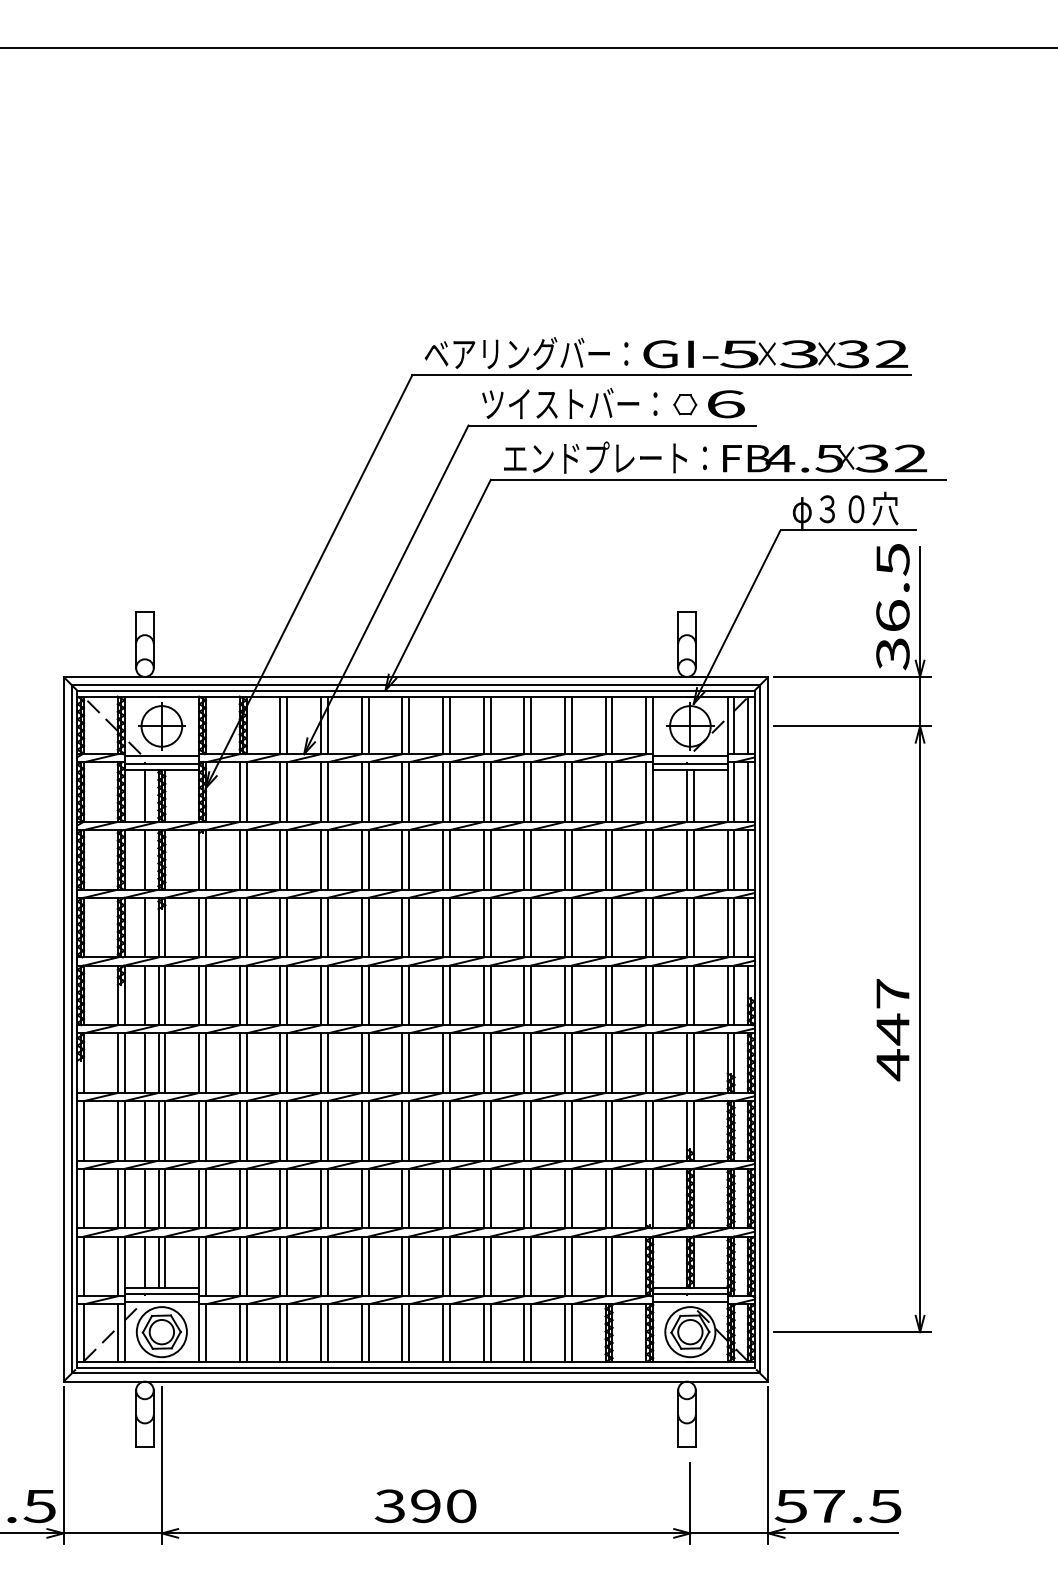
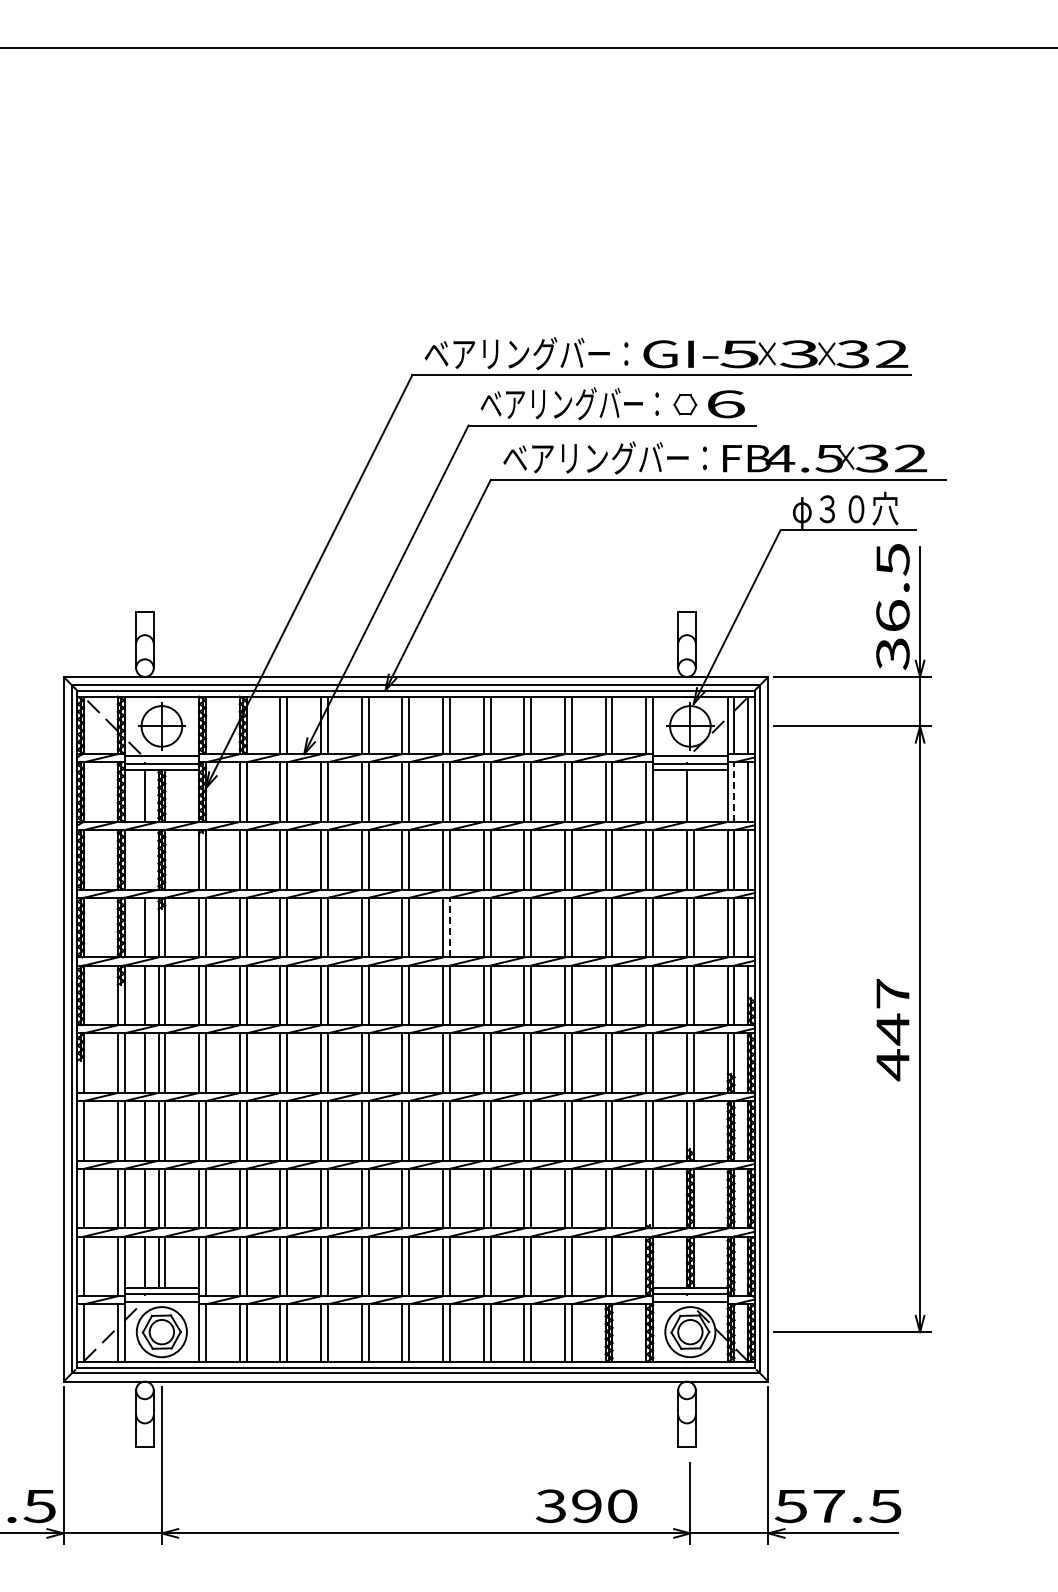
text at (569, 403): ツイストバー： -> ベアリングバー：
text at (595, 457): エンドプレート： -> ベアリングバー：
line at (734, 792): solid -> dashed
line at (693, 795): present -> none
line at (144, 859): present -> none
line at (449, 927): solid -> dashed
text at (425, 1506) position: (425, 1506) -> (586, 1506)
